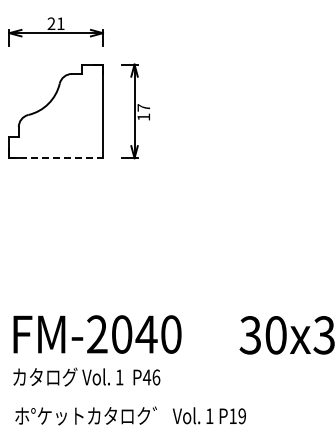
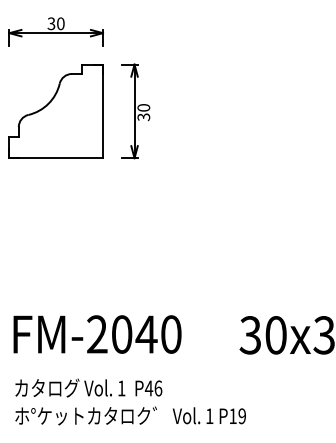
text at (55, 23): 21 -> 30
text at (143, 112): 17 -> 30
line at (56, 158): dashed -> solid
text at (86, 376) position: (86, 376) -> (88, 387)
